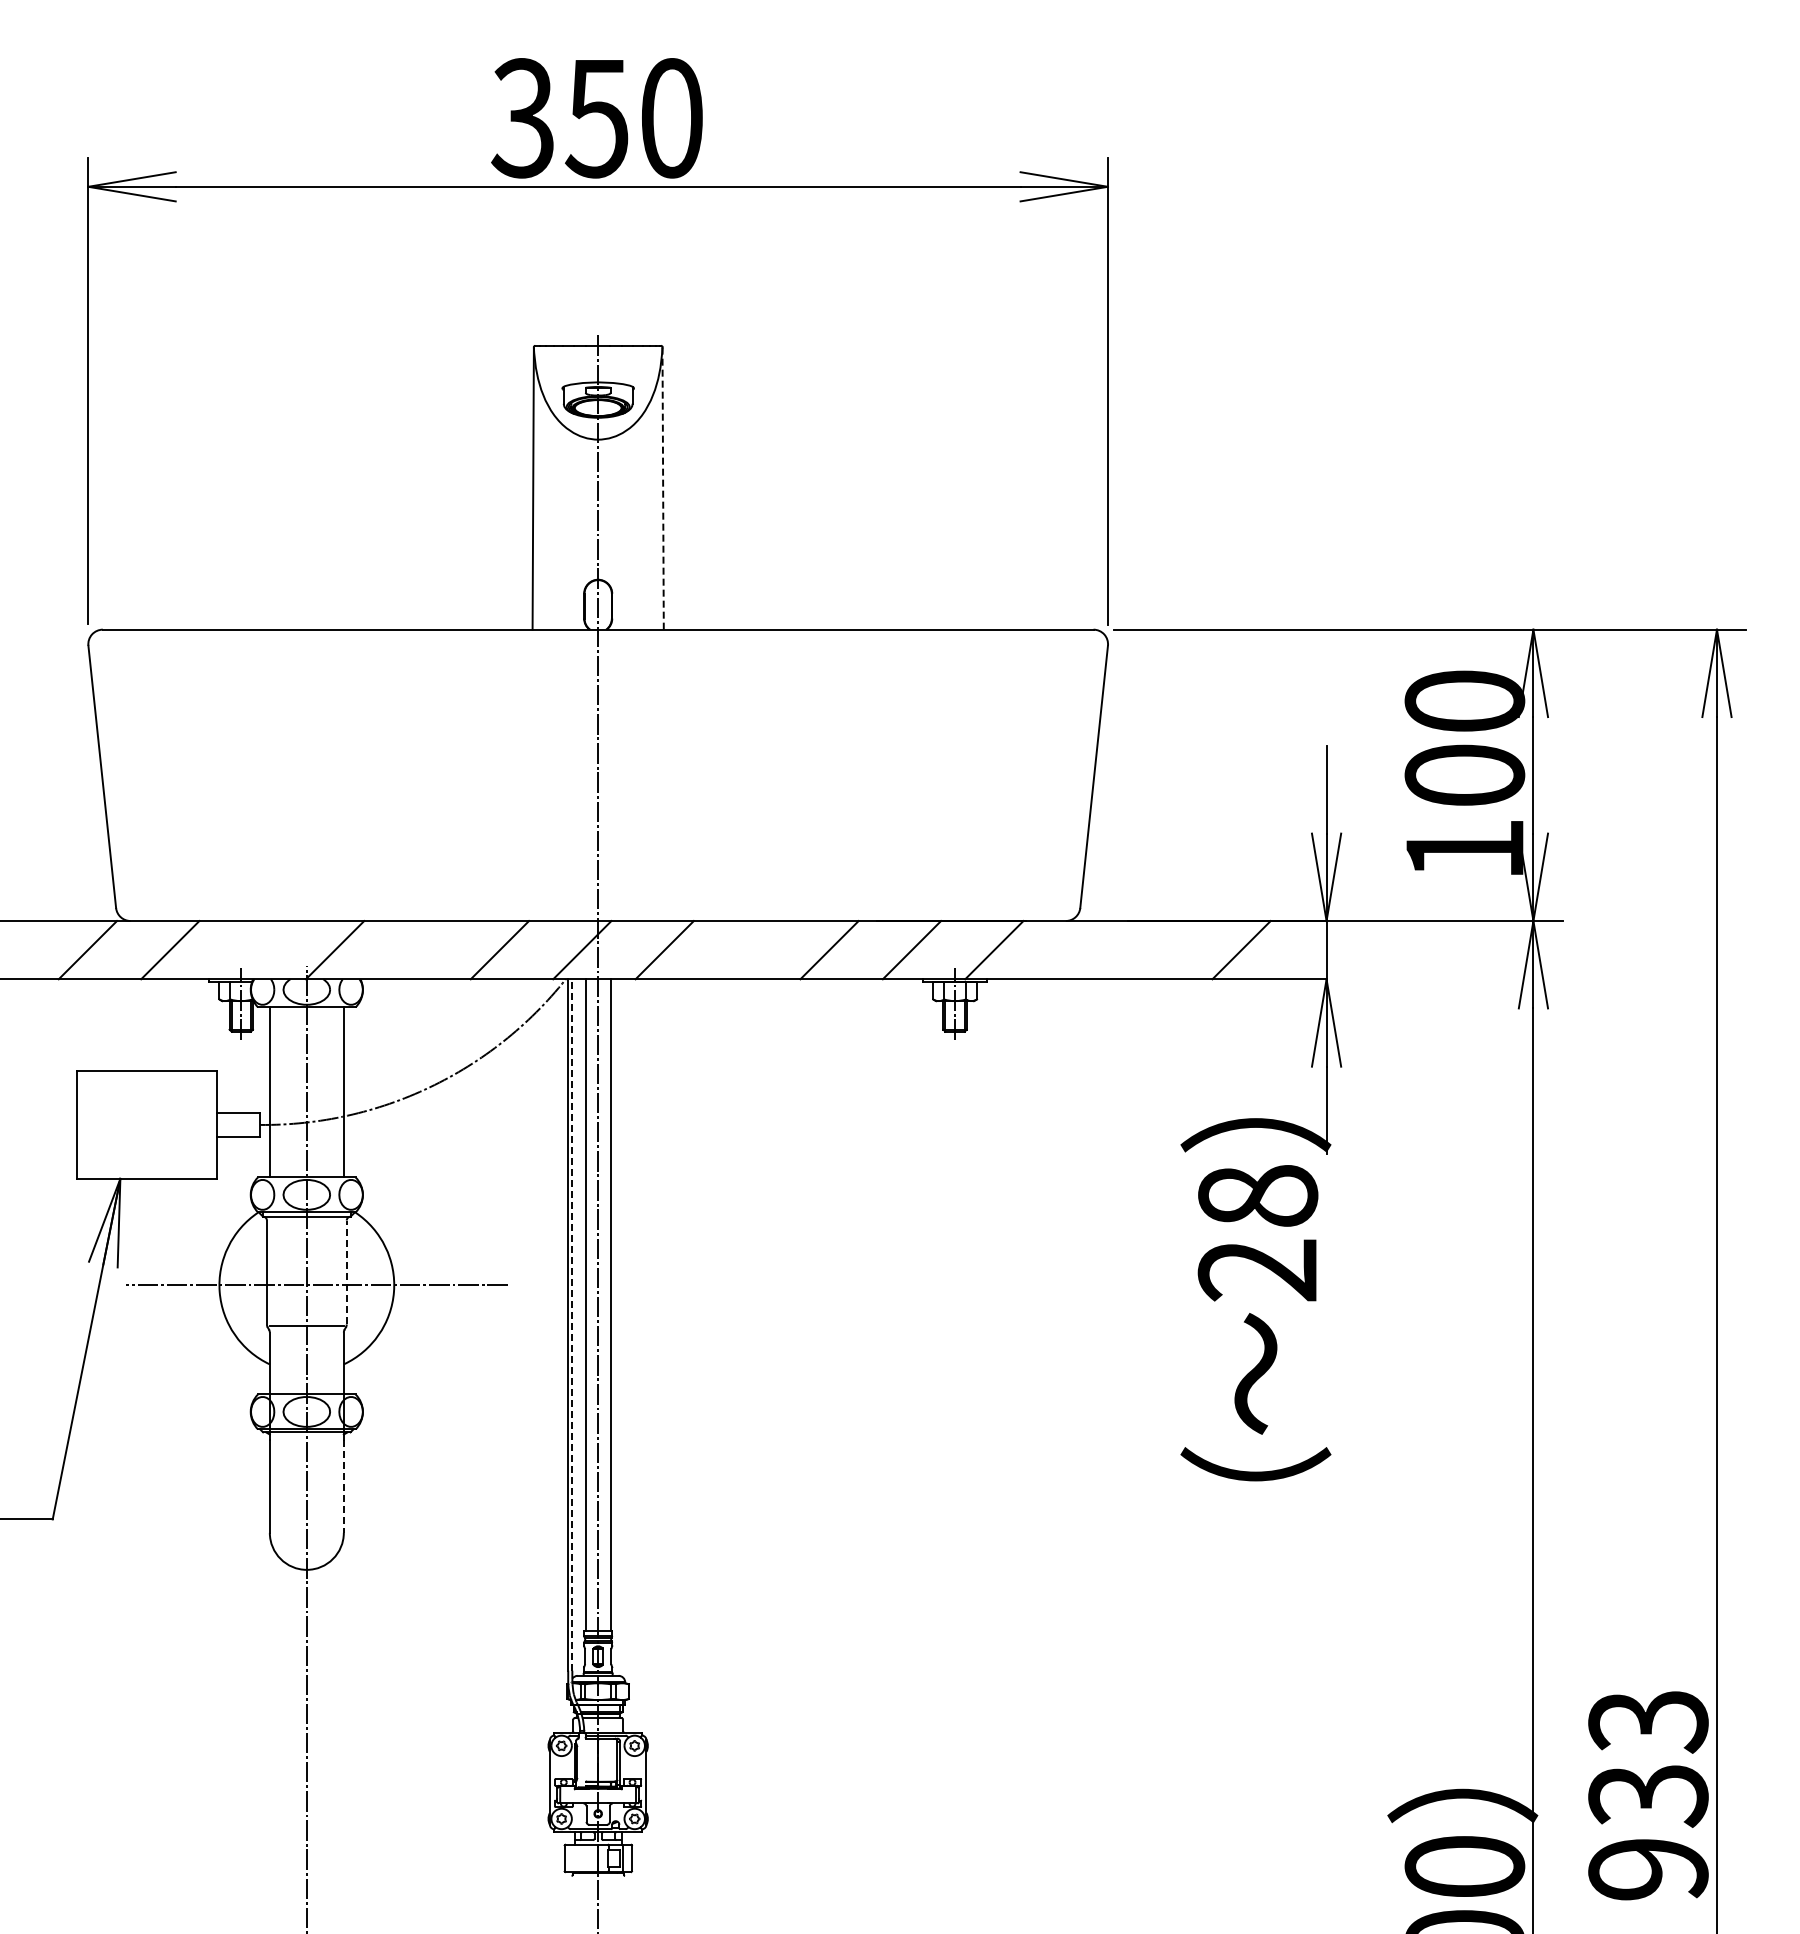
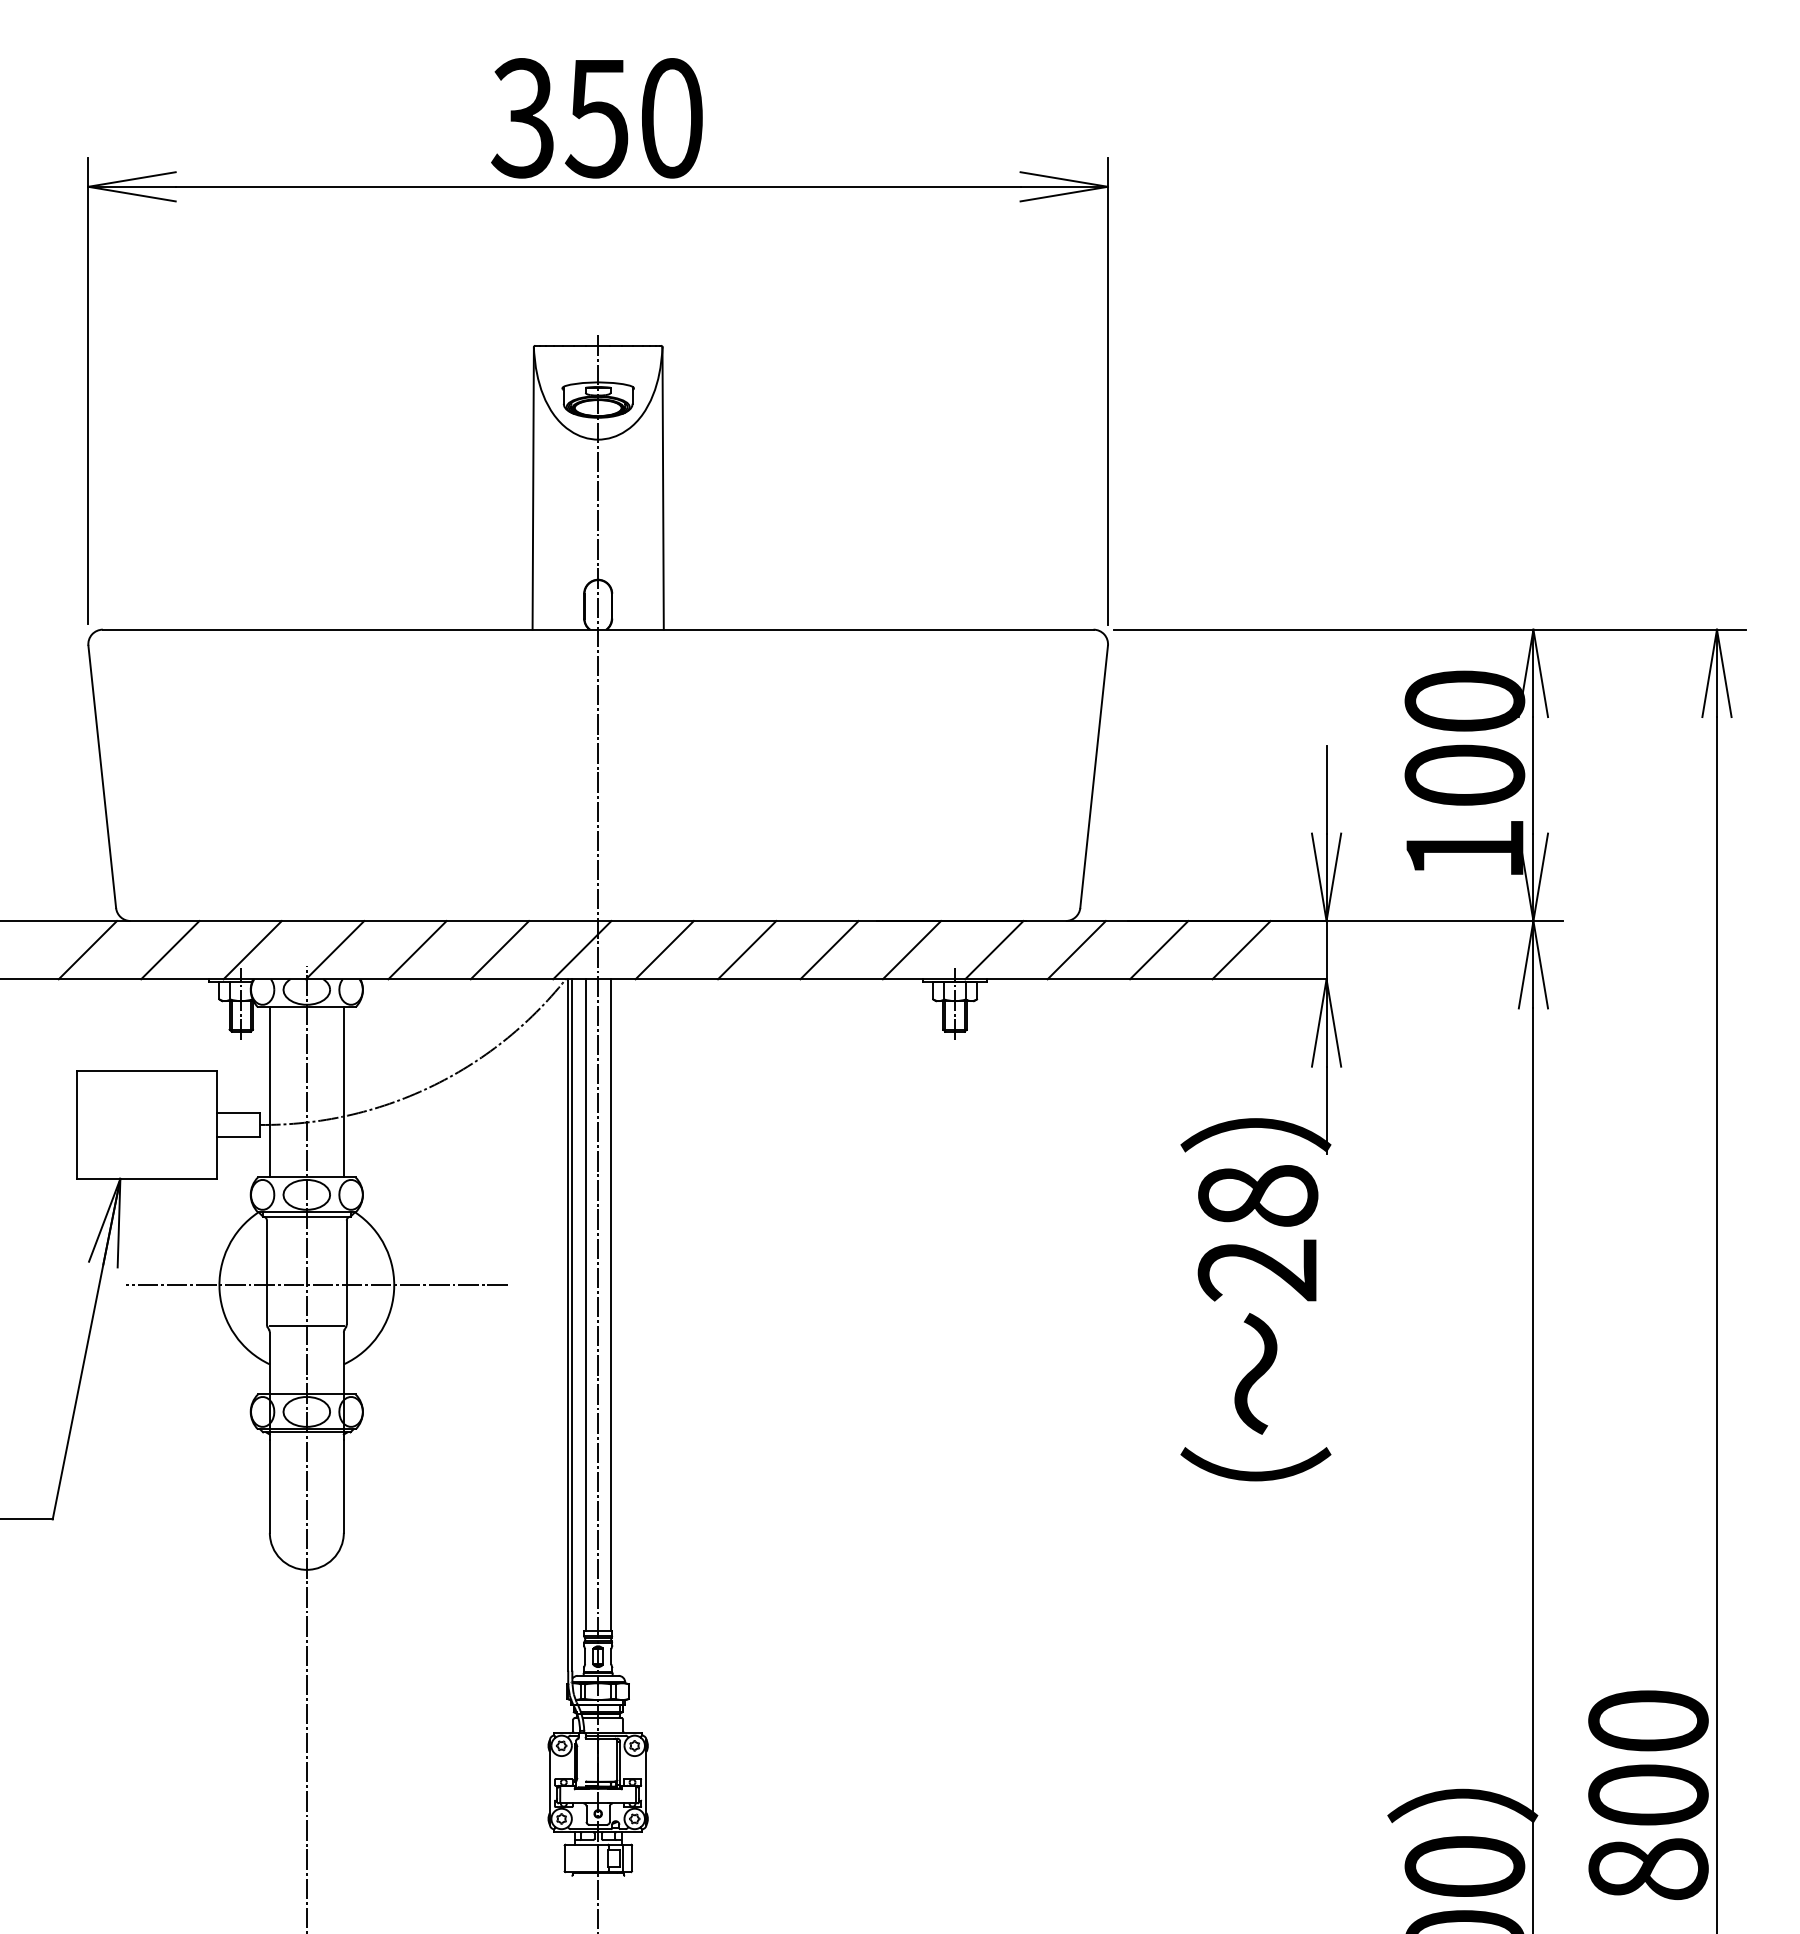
line at (663, 488): dashed -> solid
line at (252, 950): none -> present
line at (417, 950): none -> present
line at (747, 950): none -> present
line at (1076, 950): none -> present
line at (1159, 950): none -> present
line at (346, 1272): dashed -> solid
line at (572, 1324): dashed -> solid
line at (343, 1486): dashed -> solid
text at (1648, 1795): 933 -> 800
